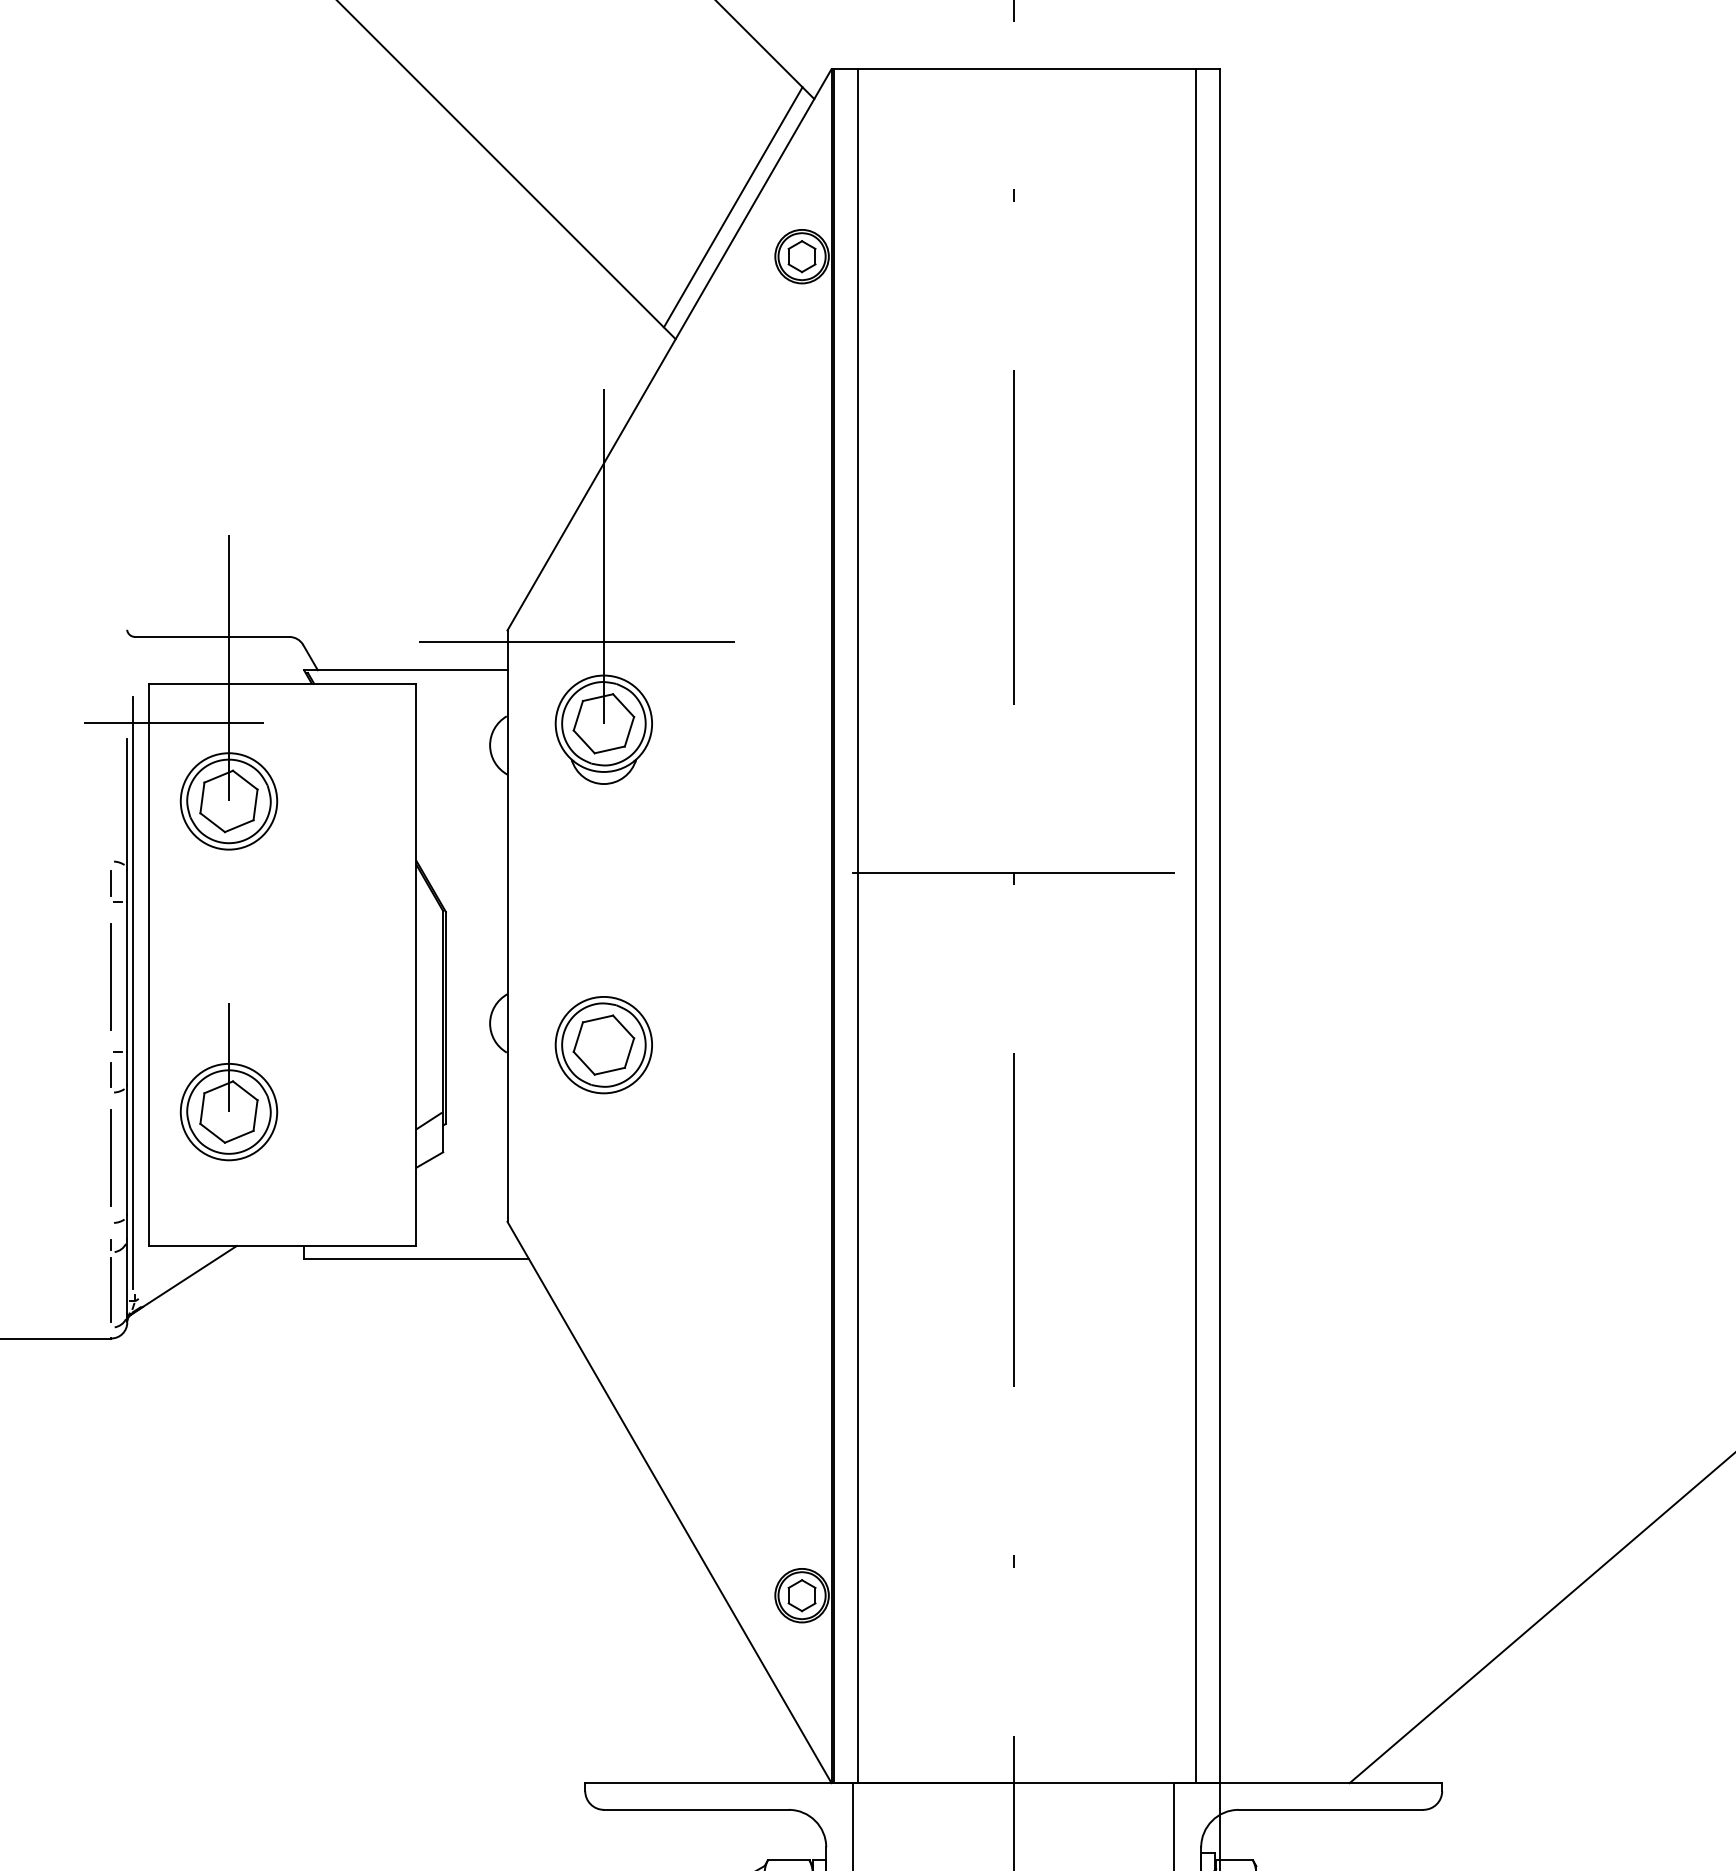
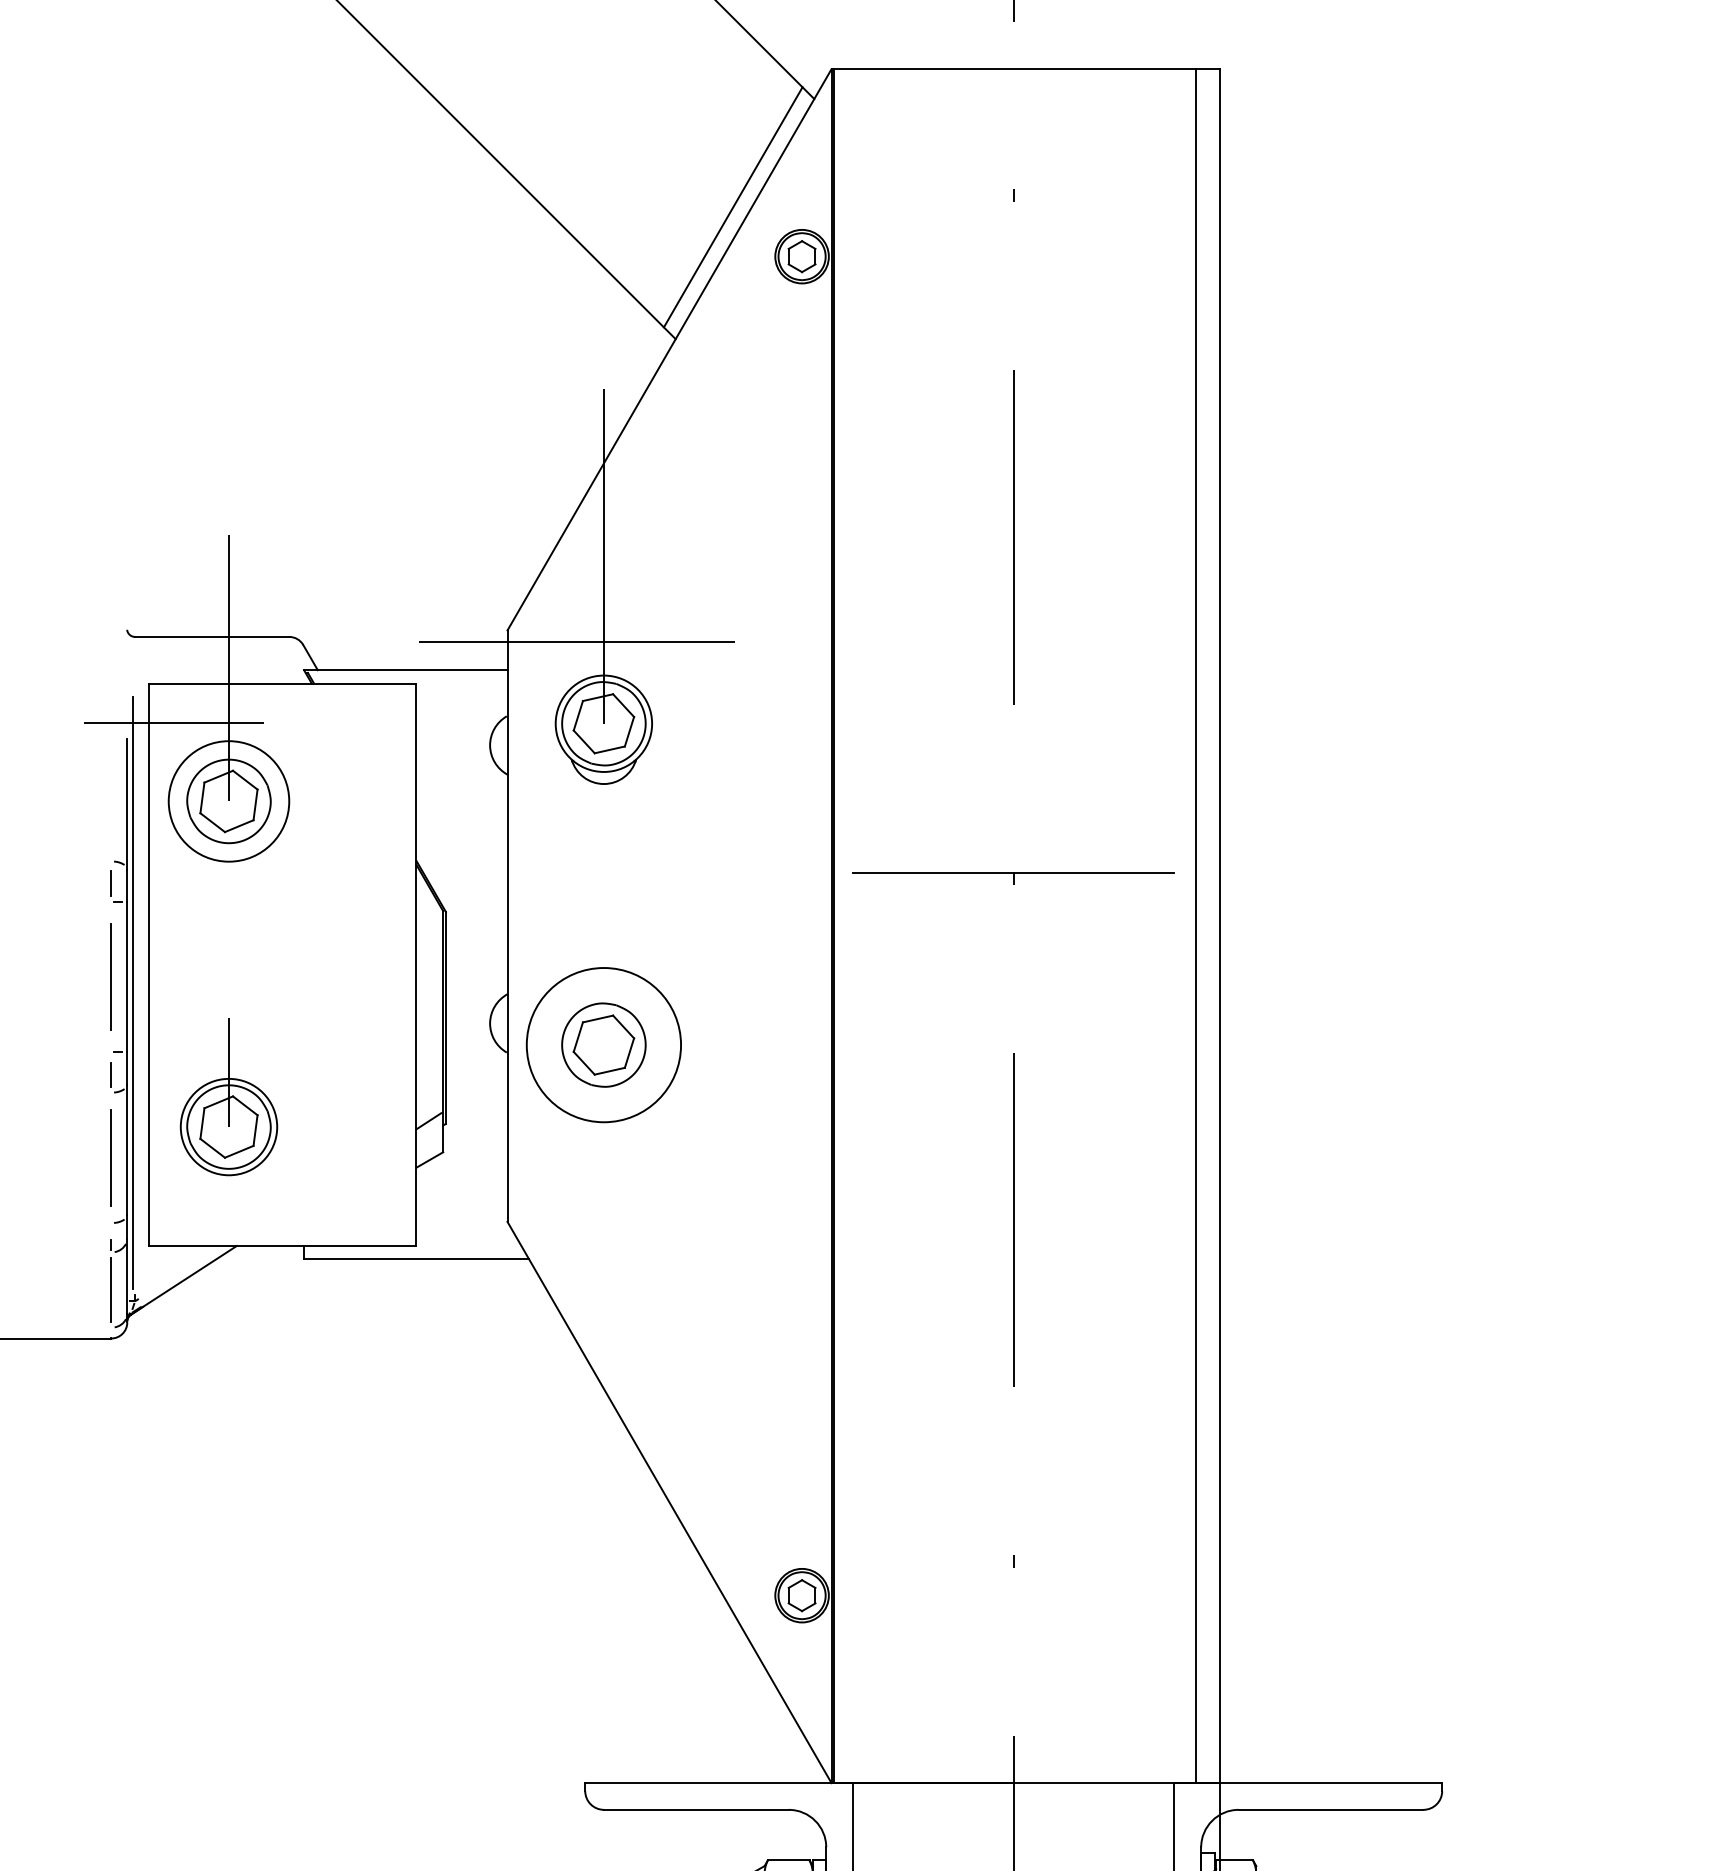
circle at (228, 801) diameter: 96 px -> 121 px
line at (858, 926): present -> none
circle at (603, 1044) diameter: 96 px -> 154 px
part at (228, 1082) position: (228, 1082) -> (228, 1097)
line at (1540, 1619): present -> none
